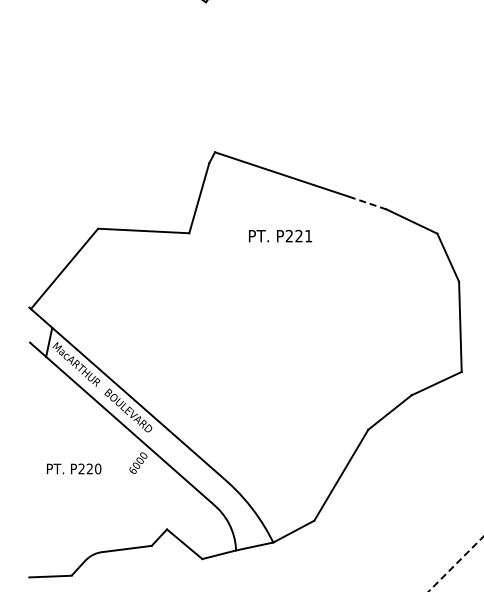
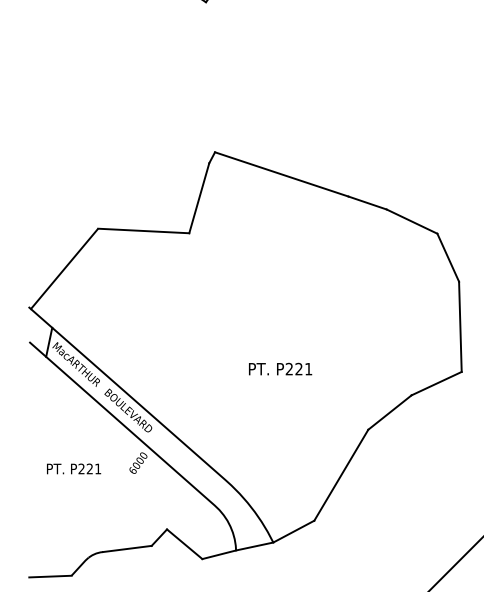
line at (367, 202): dashed -> solid
text at (280, 235) position: (280, 235) -> (280, 368)
text at (98, 468): P220 -> P221
line at (455, 564): dashed -> solid
